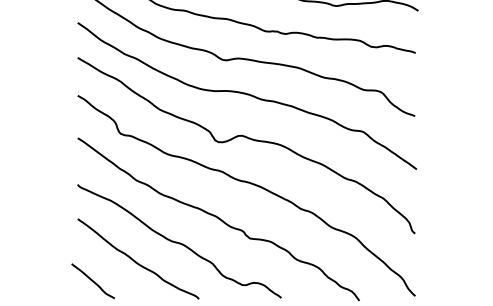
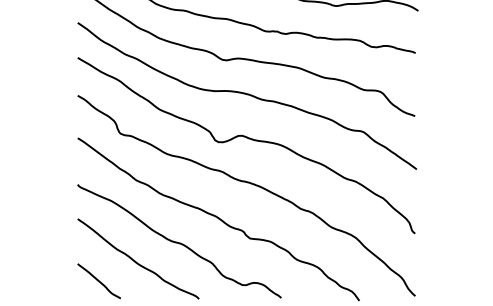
curve at (92, 281) position: (92, 281) -> (98, 281)
